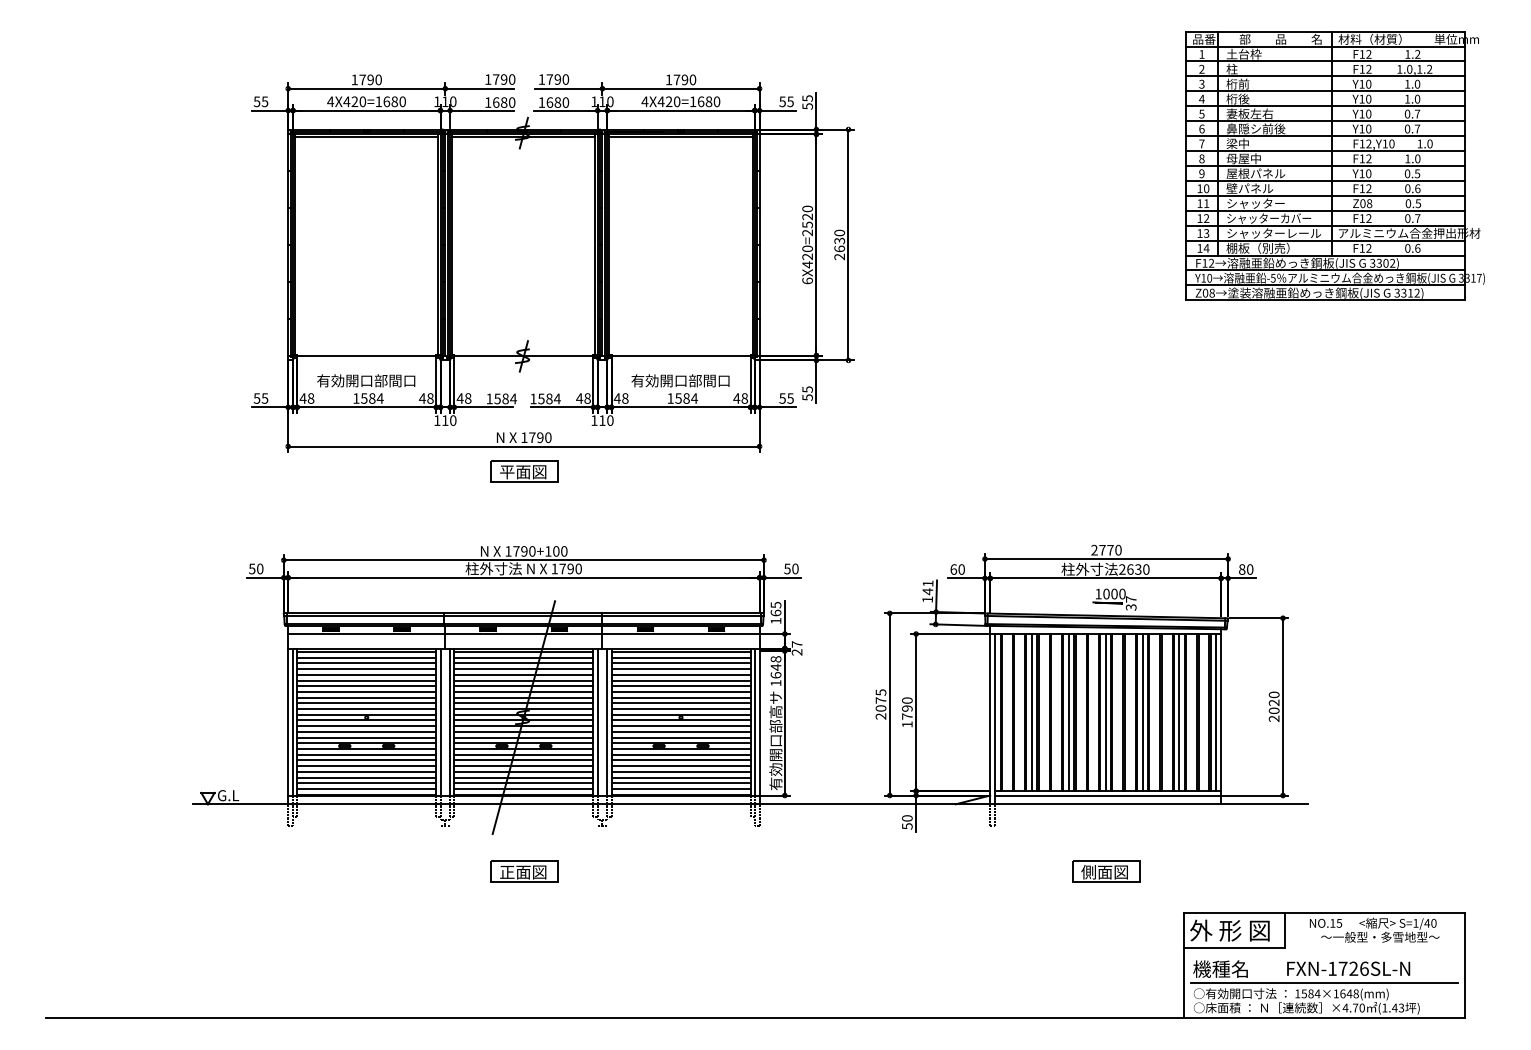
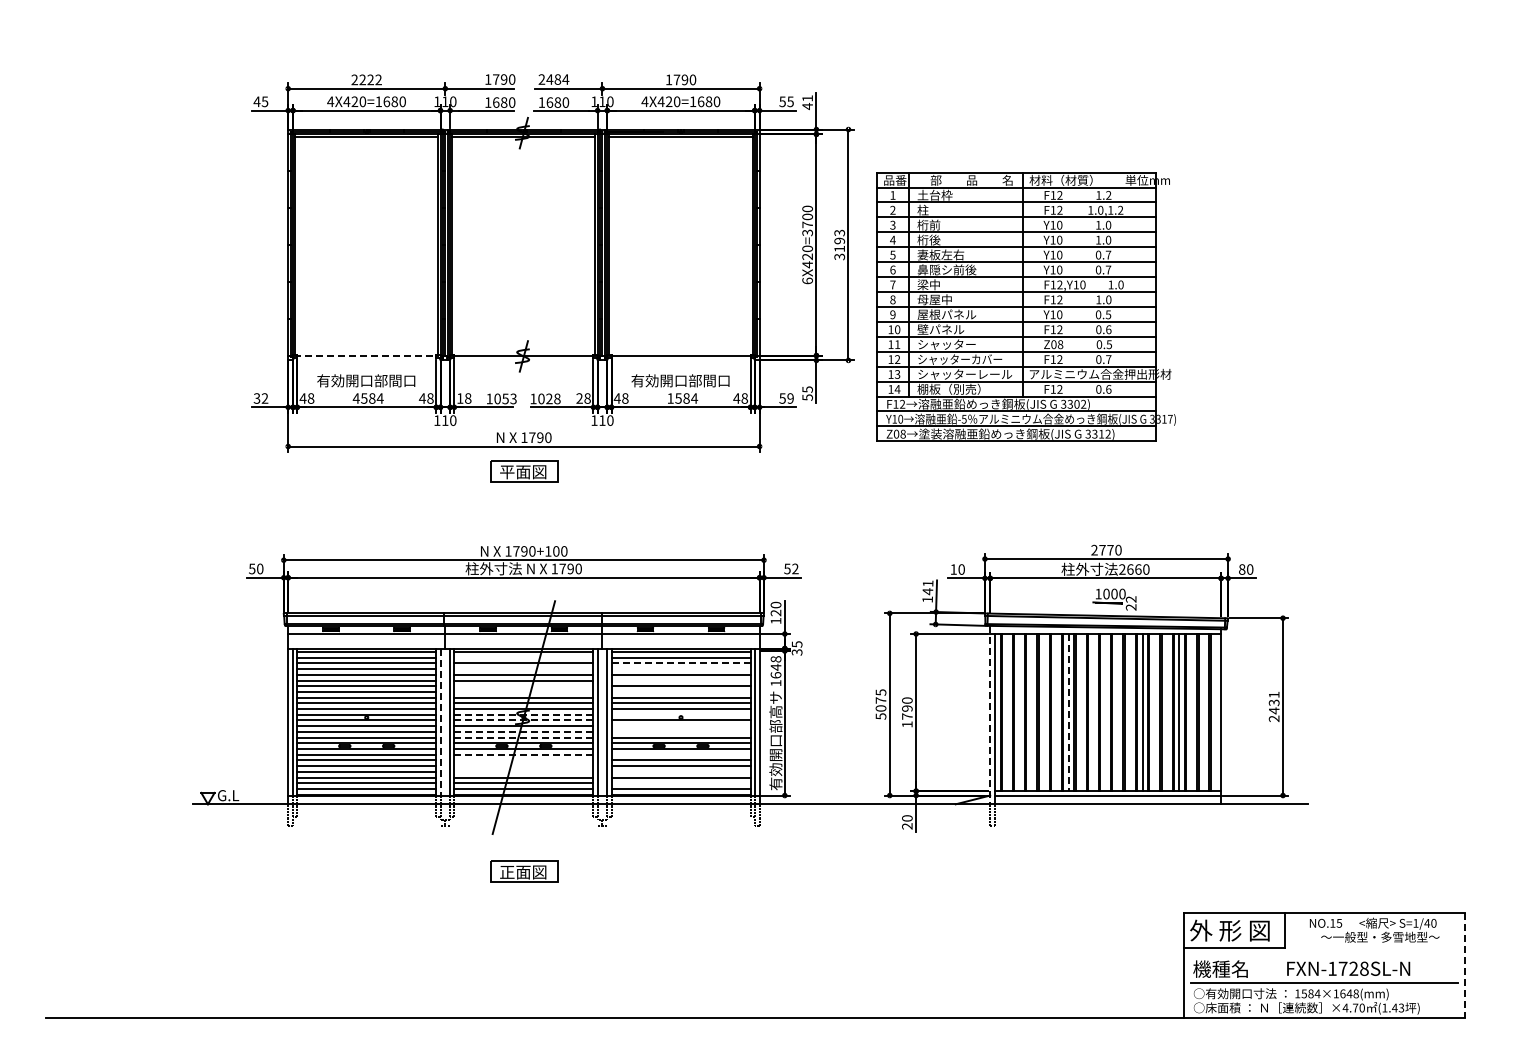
text at (366, 79): 1790 -> 2222
text at (553, 79): 1790 -> 2484
text at (256, 101): 55 -> 45
text at (807, 102): 55 -> 41
part at (1334, 165) position: (1334, 165) -> (1025, 306)
text at (807, 224): 6X420=2520 -> 6X420=3700
text at (839, 244): 2630 -> 3193
line at (366, 356): solid -> dashed
text at (261, 398): 55 -> 32
text at (355, 398): 1584 -> 4584
text at (459, 398): 48 -> 18
text at (505, 398): 1584 -> 1053
text at (549, 398): 1584 -> 1028
text at (579, 398): 48 -> 28
text at (790, 398): 55 -> 59
text at (795, 568): 50 -> 52
text at (953, 569): 60 -> 10
text at (1138, 569): 2630 -> 2660
text at (1130, 603): 37 -> 22
text at (775, 608): 165 -> 120
text at (797, 648): 27 -> 35
line at (523, 657): present -> none
line at (681, 663): solid -> dashed
line at (523, 669): present -> none
line at (680, 669): present -> none
line at (680, 680): present -> none
line at (523, 686): present -> none
line at (523, 691): present -> none
line at (680, 691): present -> none
text at (1273, 702): 2020 -> 2431
line at (1031, 712): present -> none
line at (1068, 712): solid -> dashed
line at (1105, 712): present -> none
line at (1216, 712): present -> none
line at (523, 714): solid -> dashed
line at (680, 714): present -> none
line at (990, 715): solid -> dashed
text at (880, 716): 2075 -> 5075
line at (523, 720): solid -> dashed
line at (440, 722): solid -> dashed
line at (680, 726): present -> none
line at (523, 731): solid -> dashed
line at (680, 731): present -> none
line at (523, 737): solid -> dashed
line at (523, 754): solid -> dashed
line at (680, 754): present -> none
line at (523, 760): present -> none
line at (523, 766): present -> none
line at (523, 771): present -> none
line at (680, 771): present -> none
line at (680, 783): present -> none
text at (907, 826): 50 -> 20
part at (1106, 871): present -> none
line at (1465, 965): solid -> dashed
text at (1364, 968): FXN-1726SL-N -> FXN-1728SL-N
